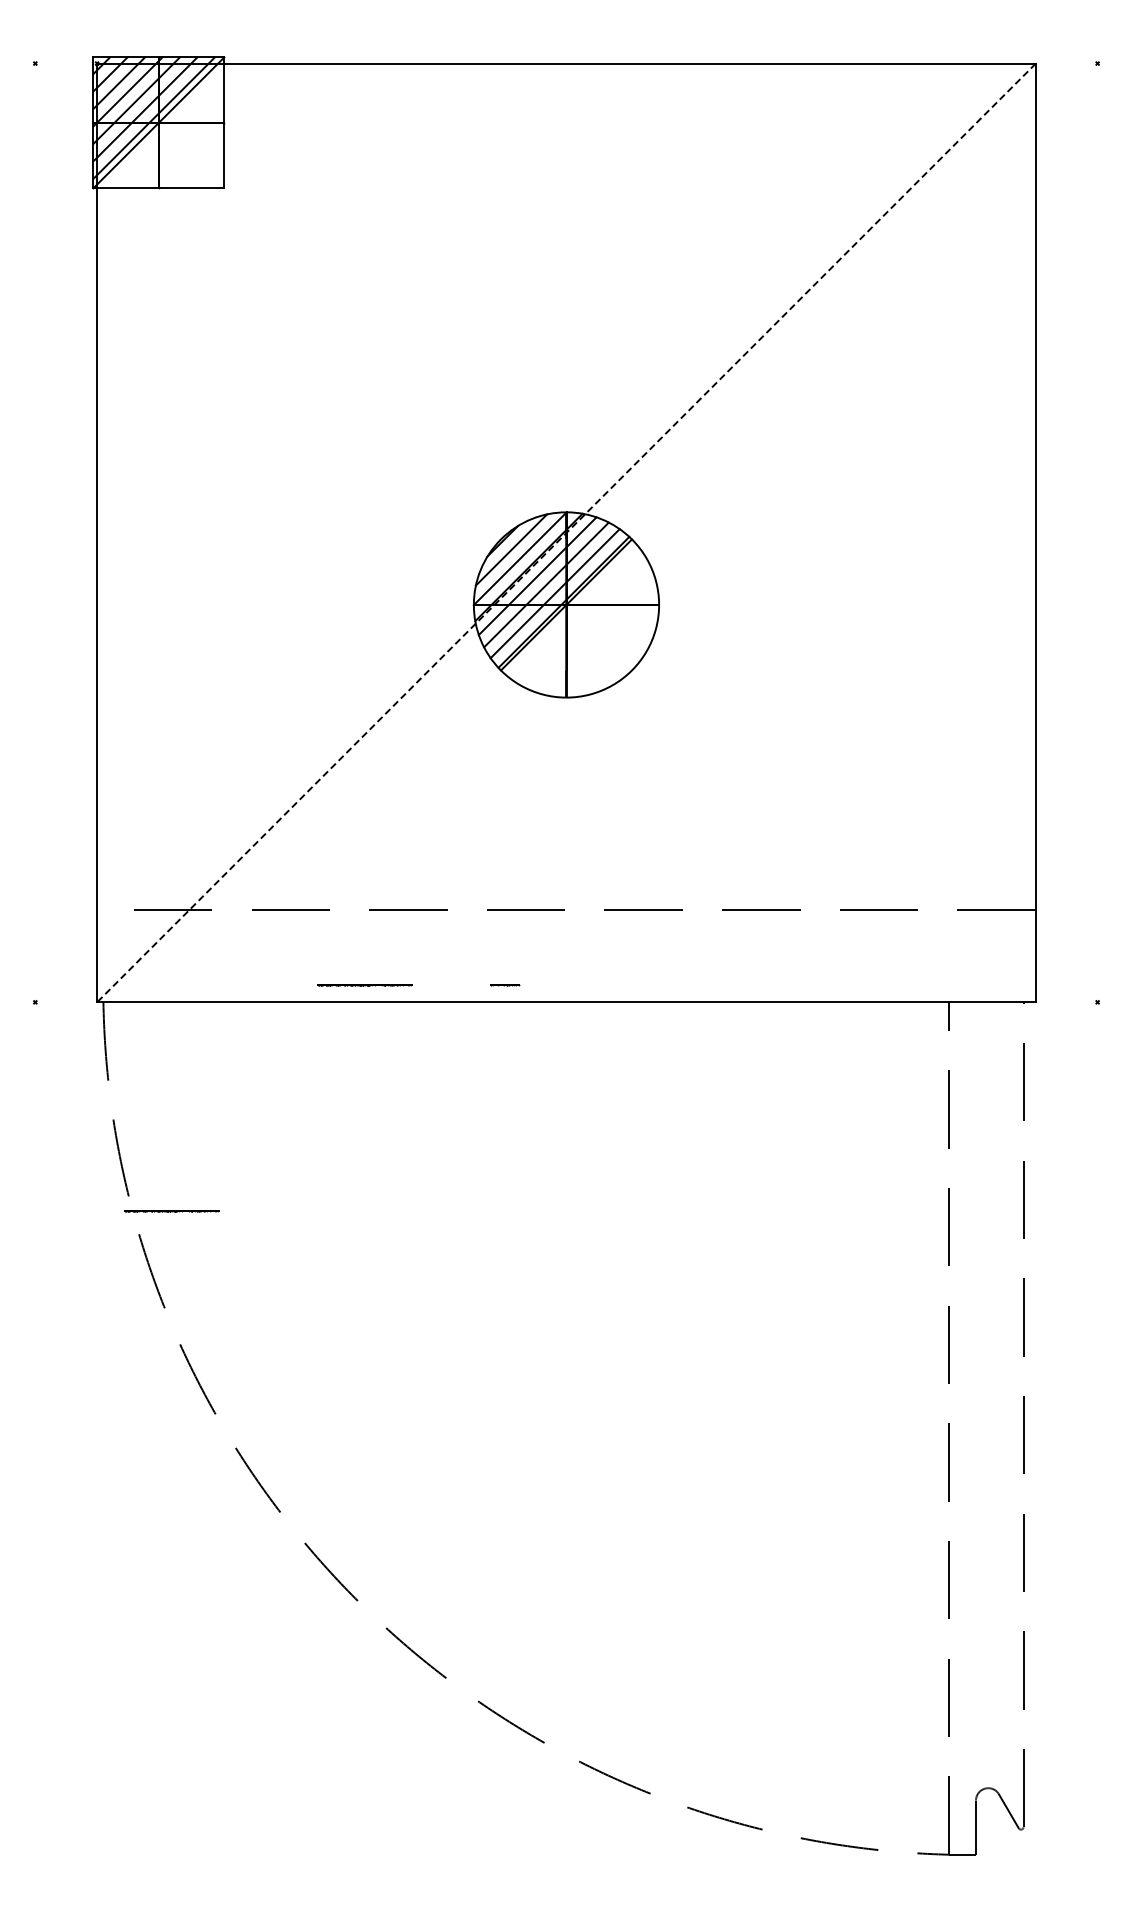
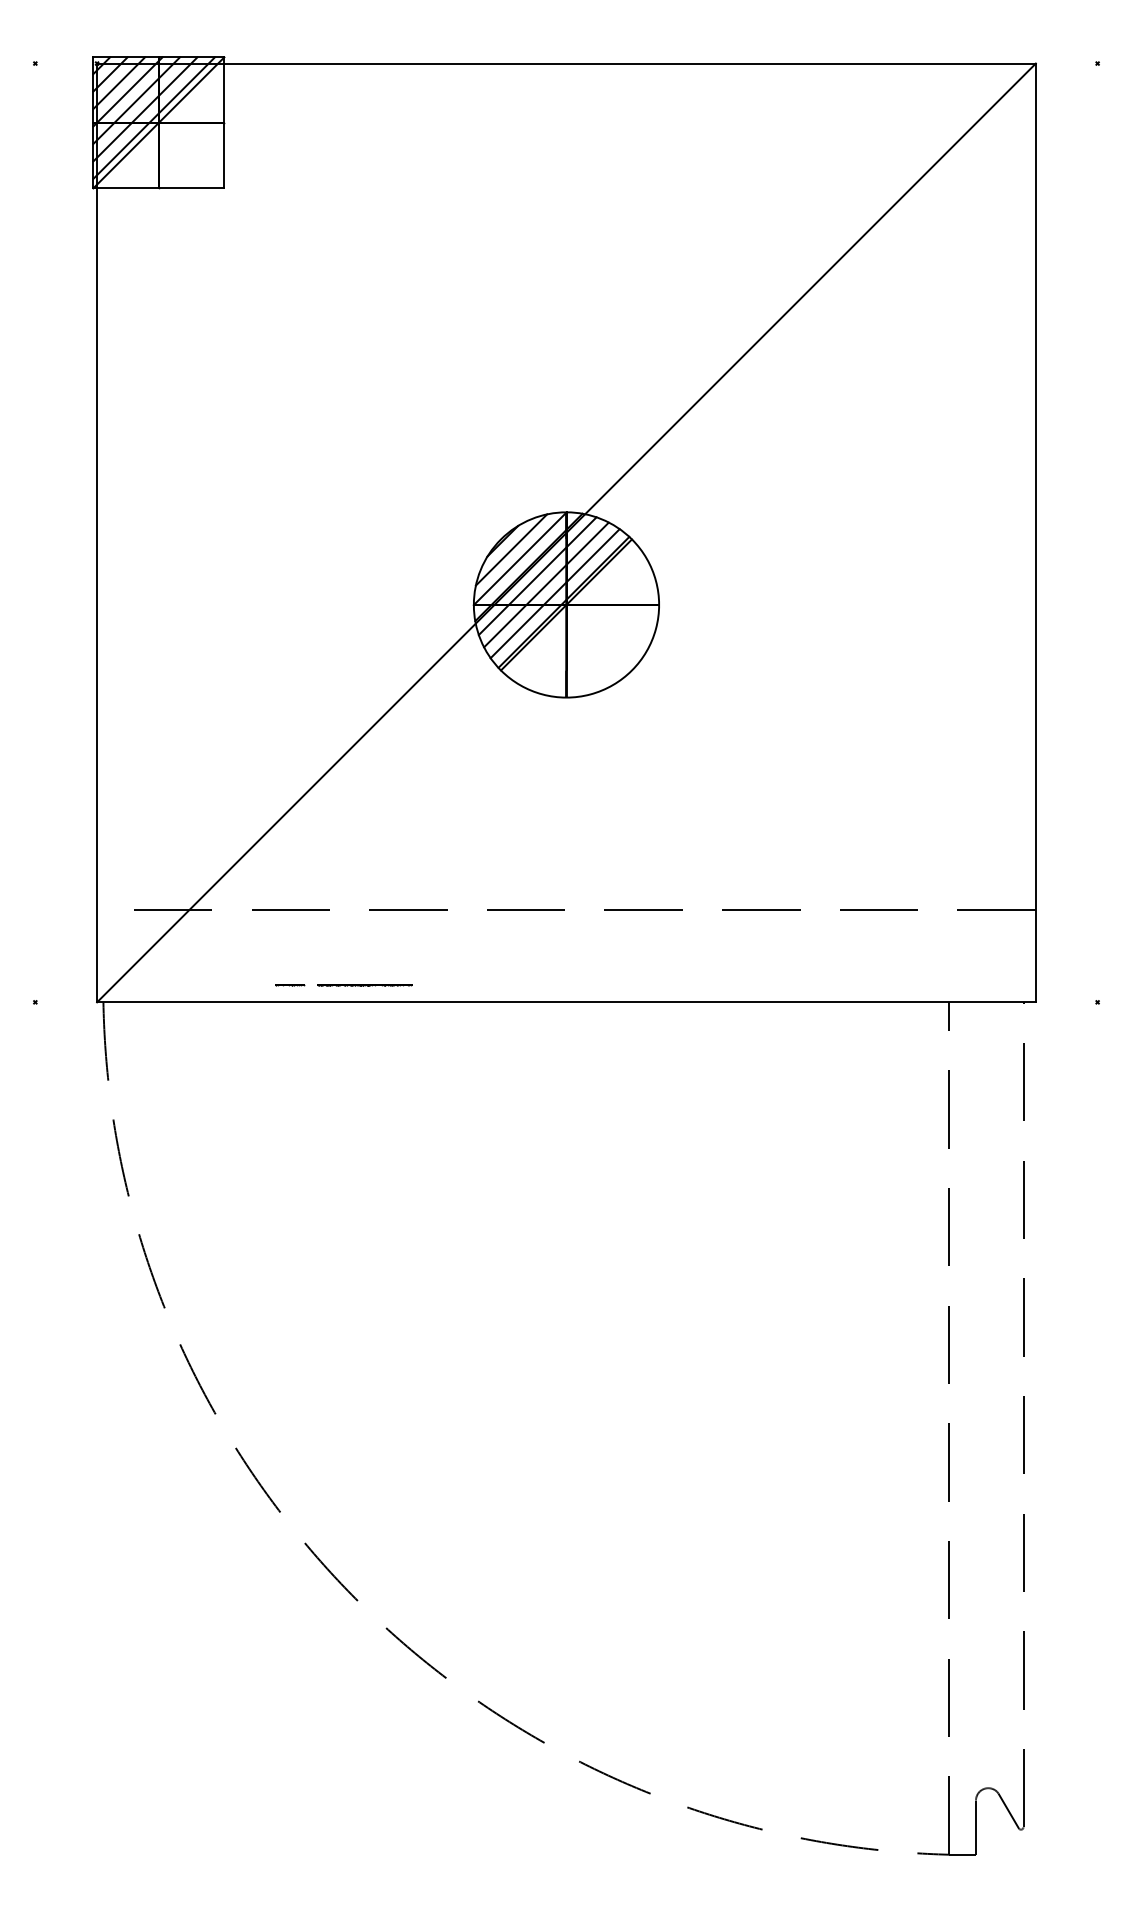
line at (566, 532): dashed -> solid
line at (505, 985) position: (505, 985) -> (290, 985)
line at (171, 1211): present -> none
